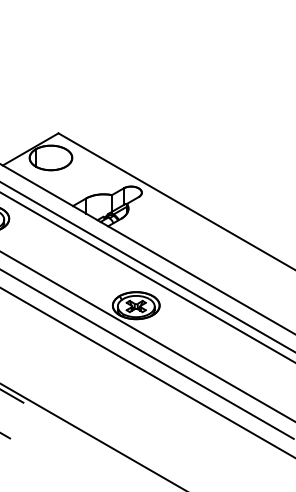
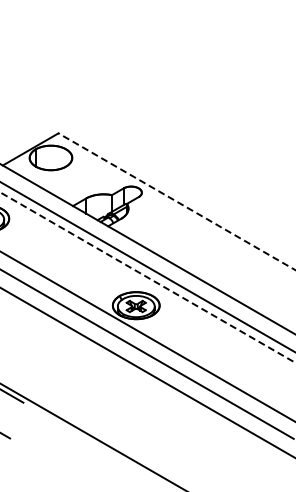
line at (177, 201): solid -> dashed
line at (147, 277): solid -> dashed
